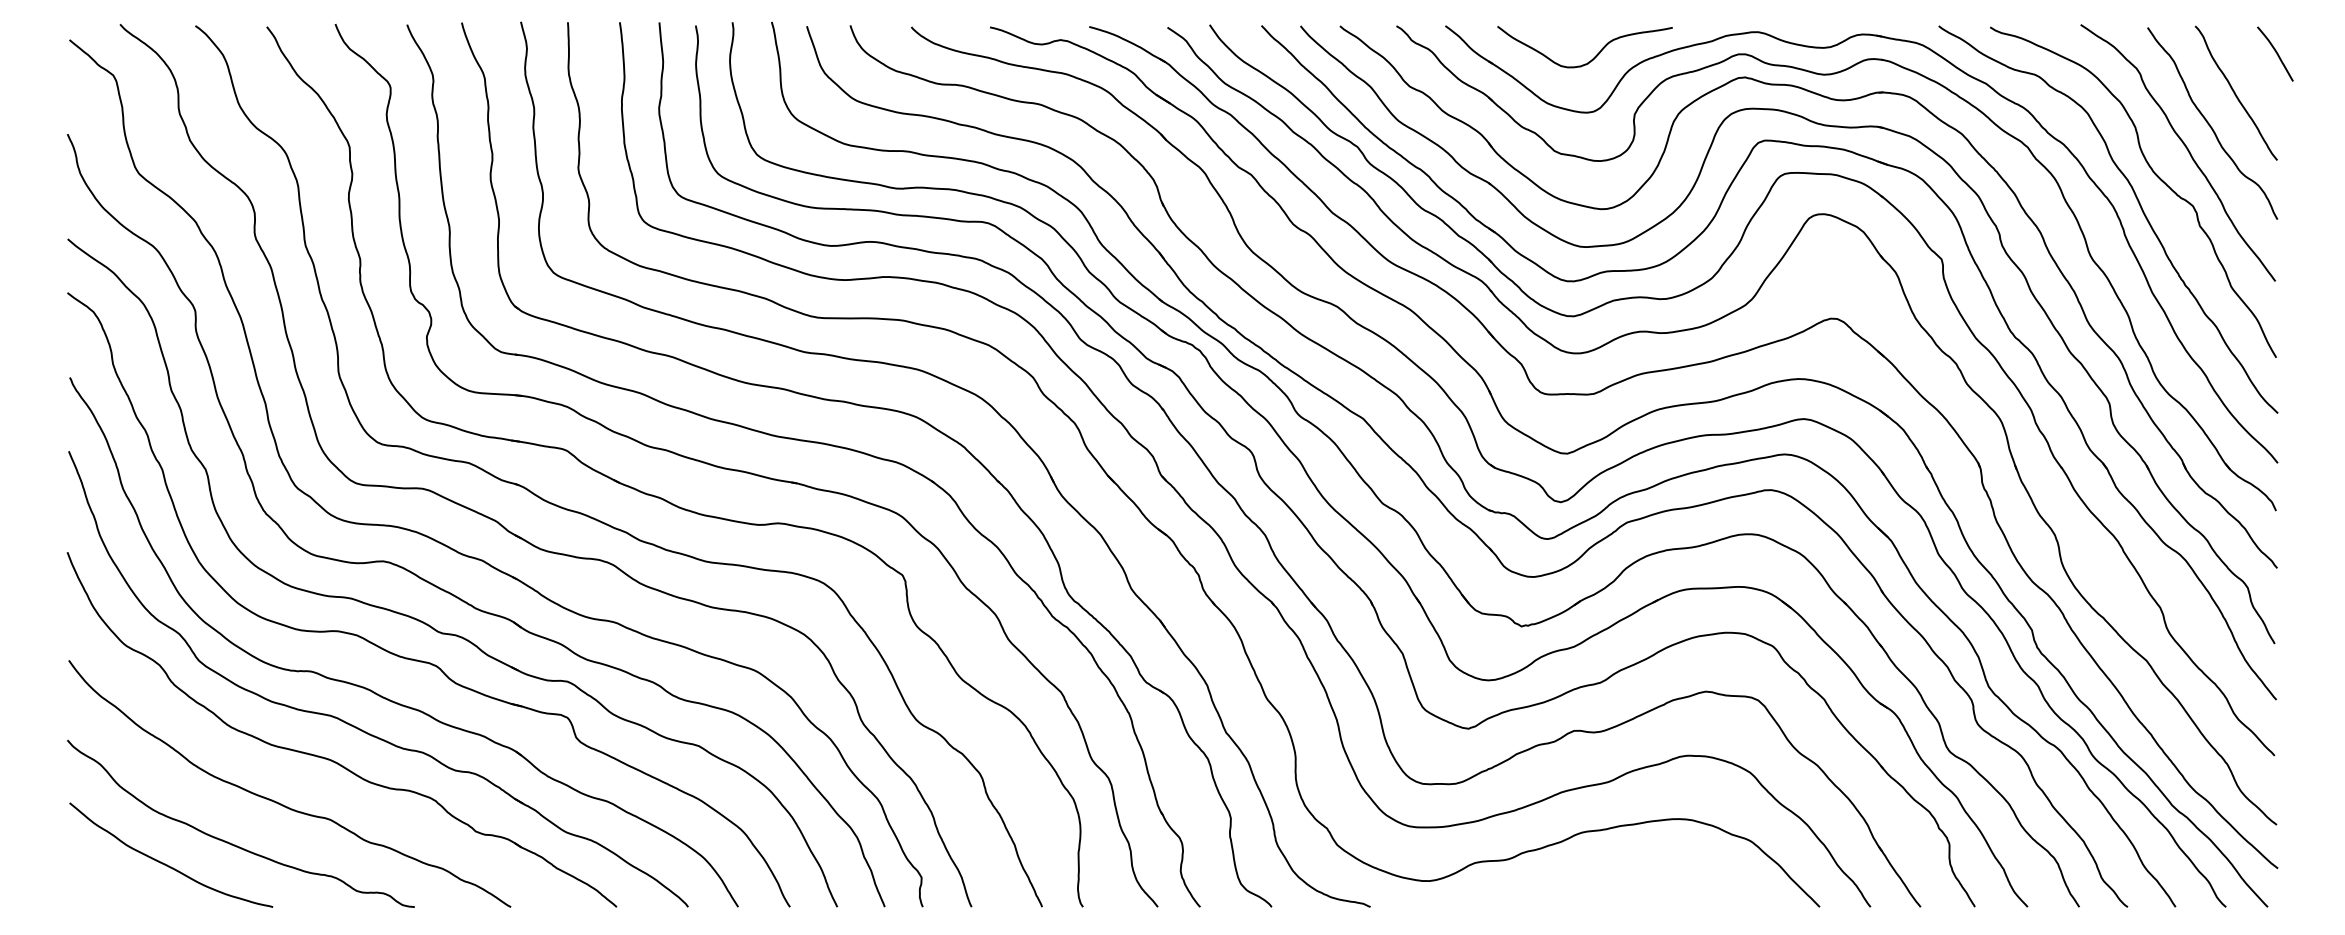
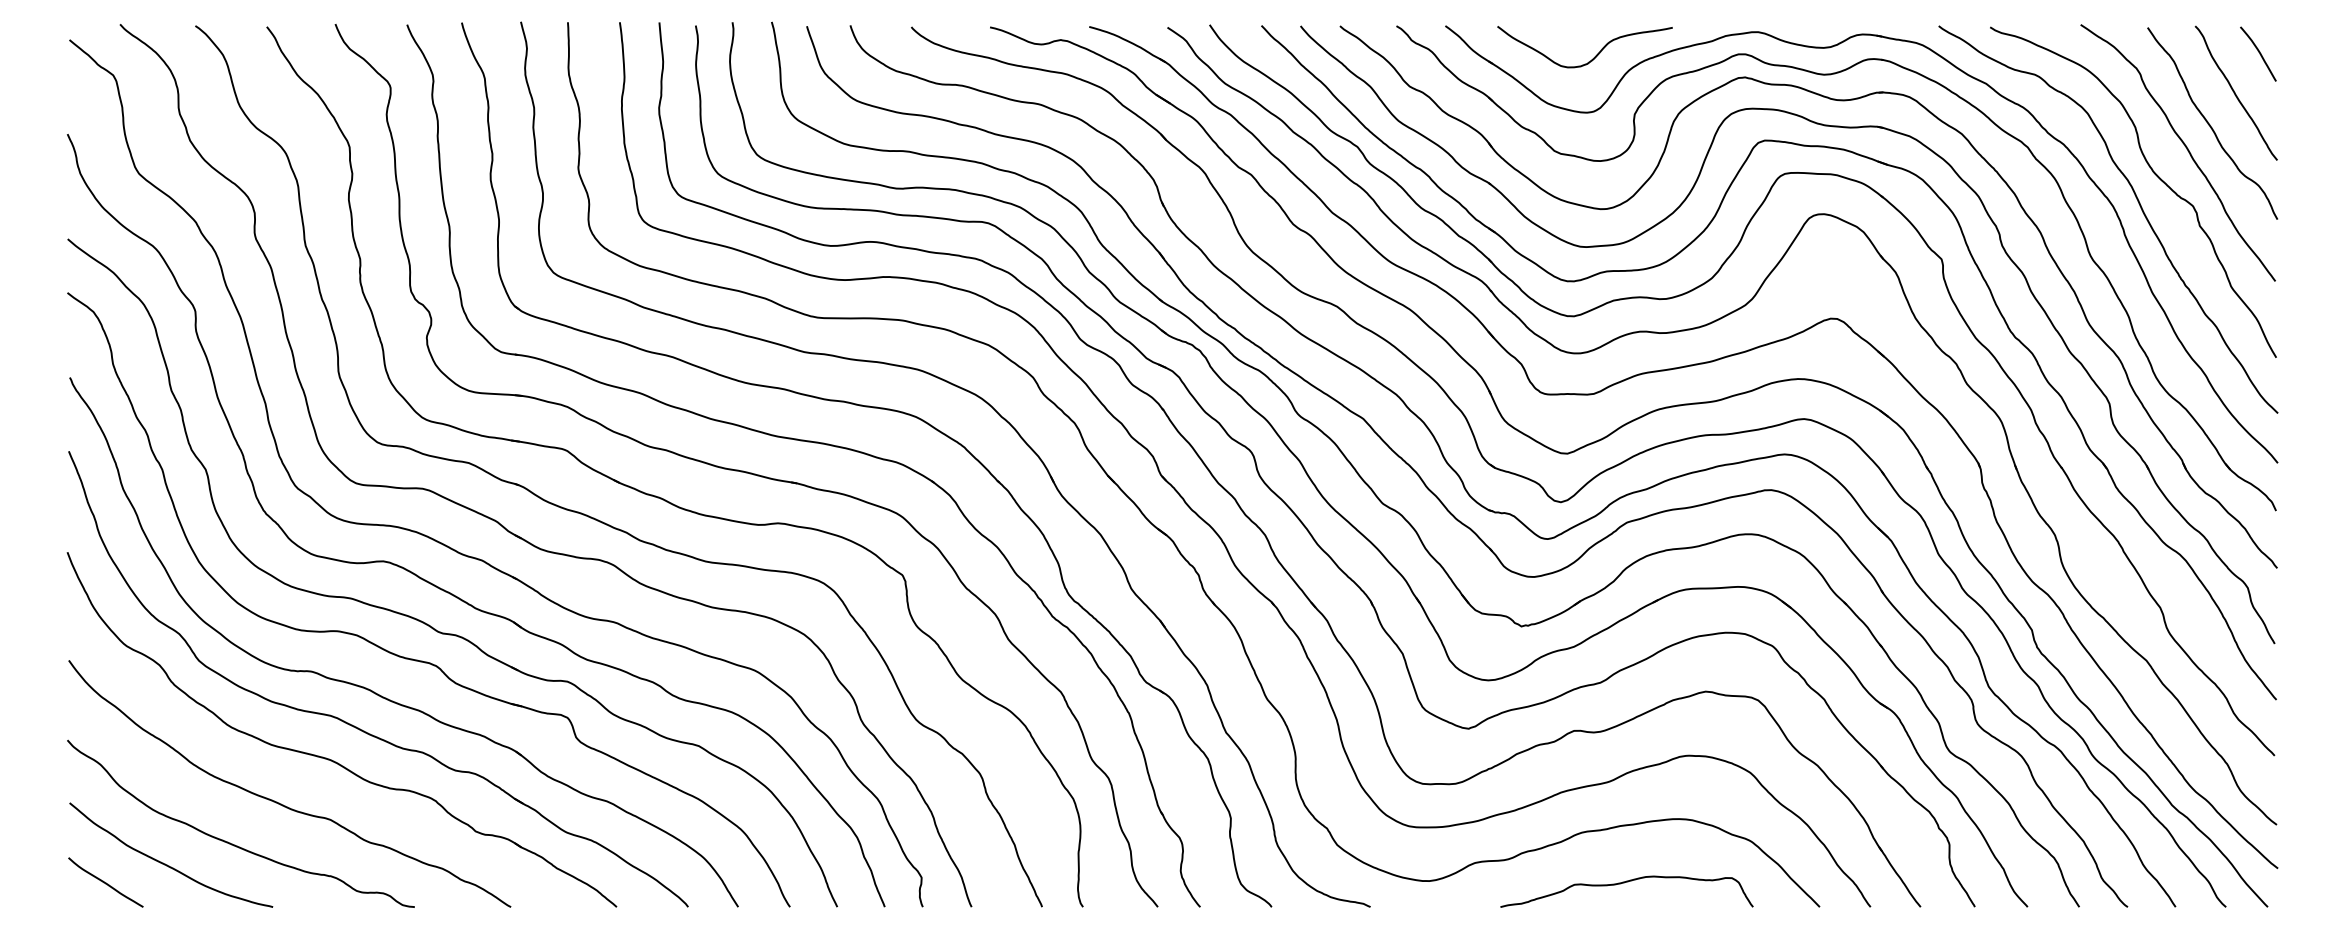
curve at (2275, 52) position: (2275, 52) -> (2258, 52)
curve at (105, 882): none -> present
curve at (1624, 883): none -> present
